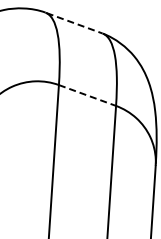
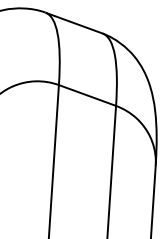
line at (74, 23): dashed -> solid
line at (87, 95): dashed -> solid
